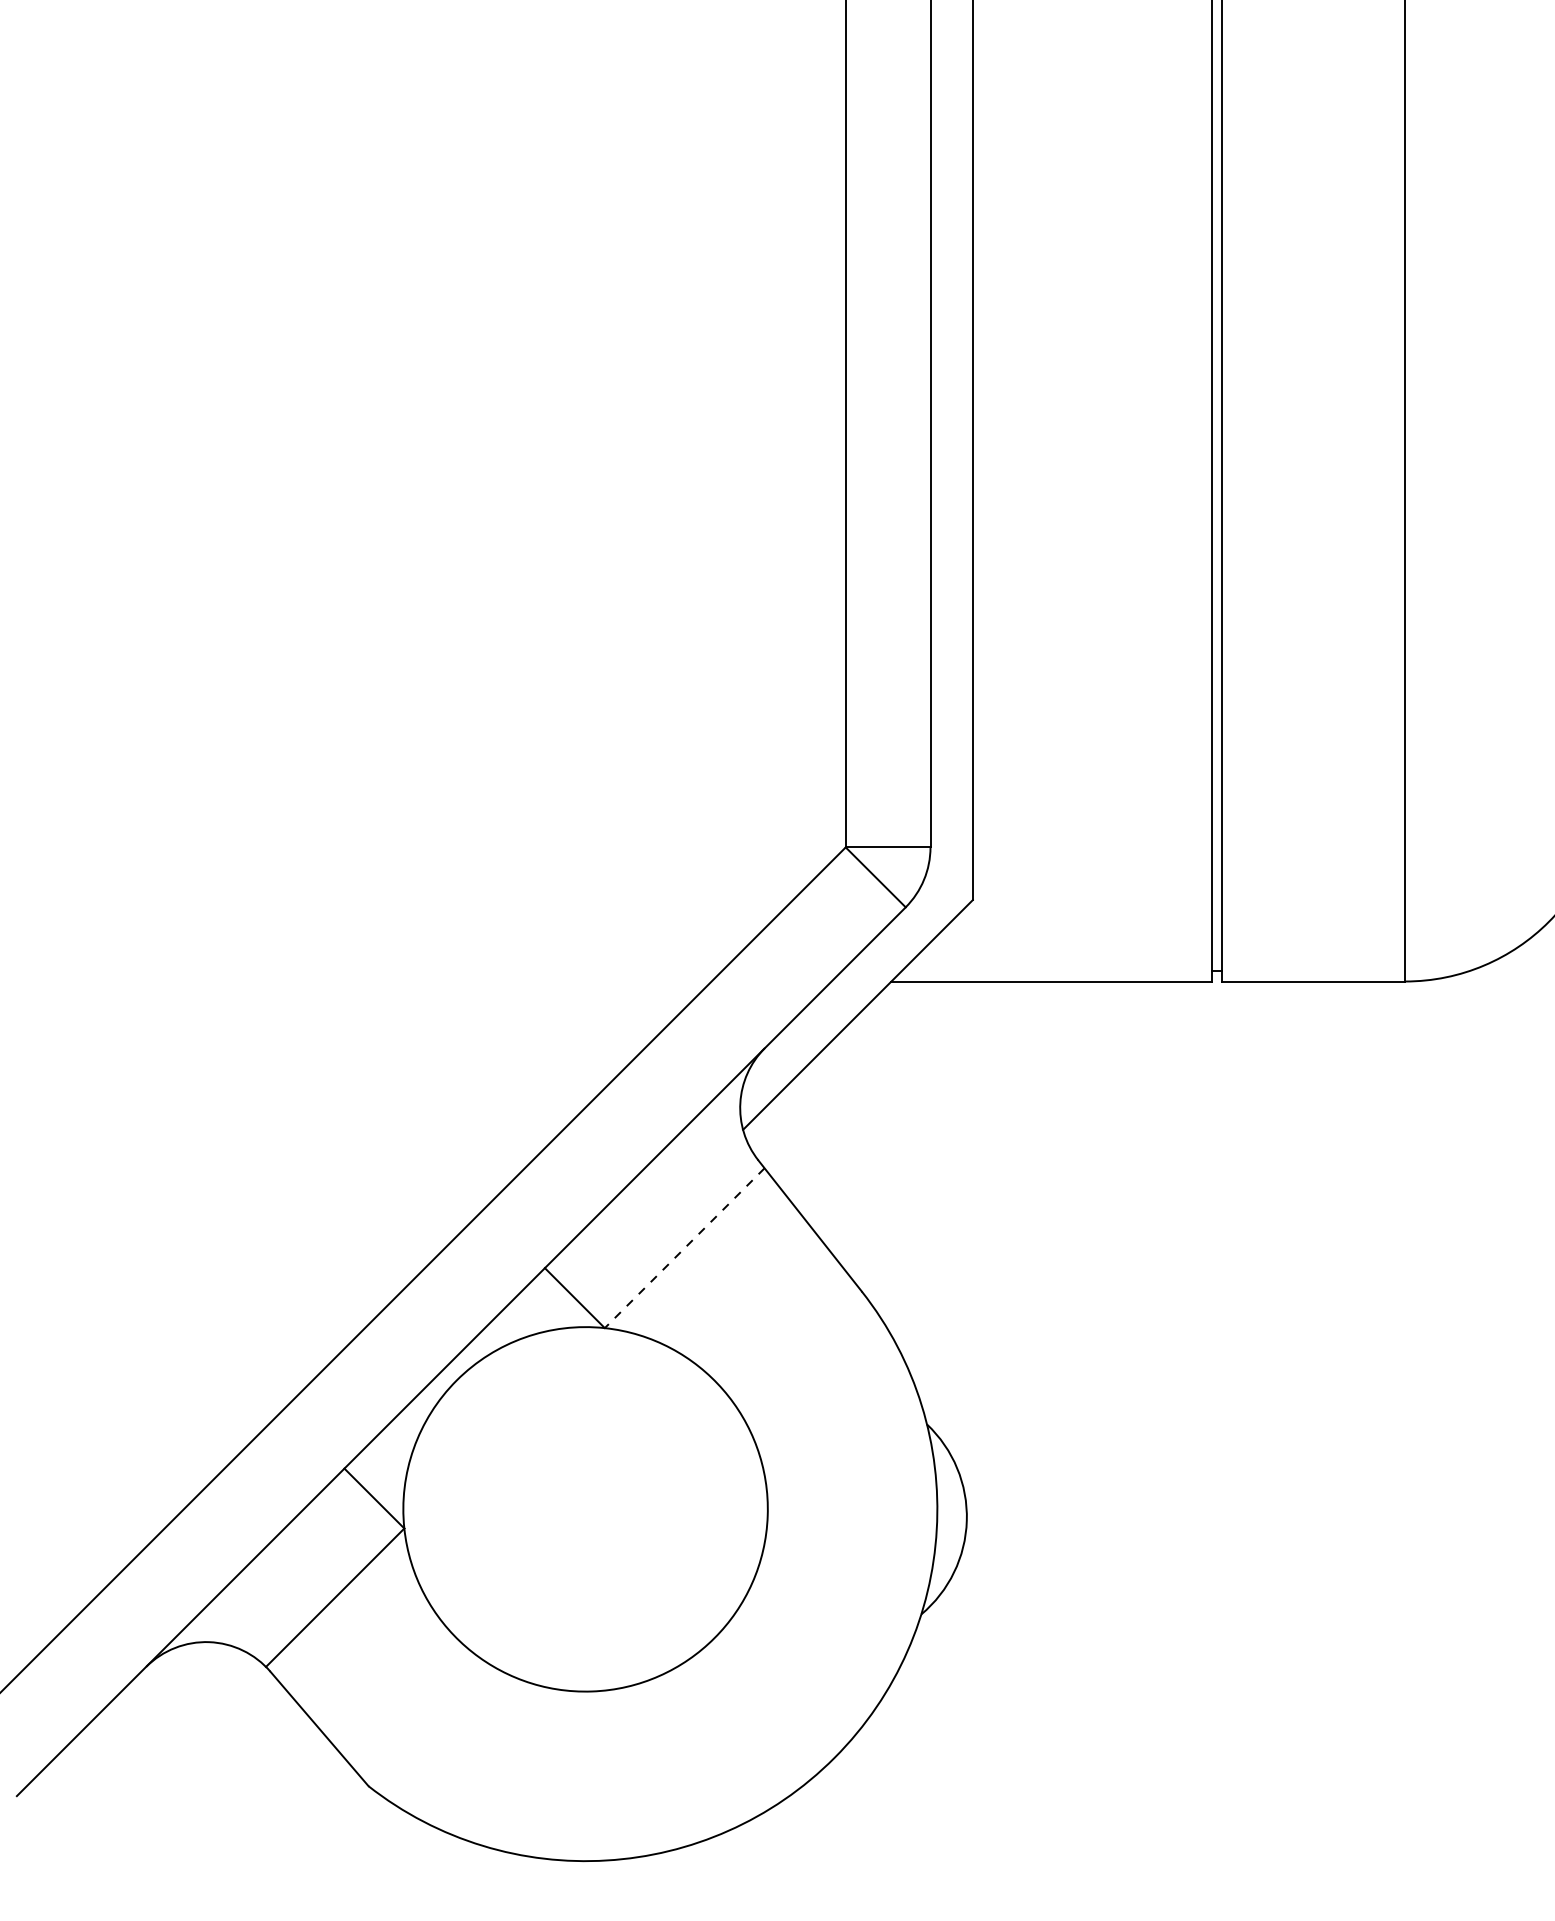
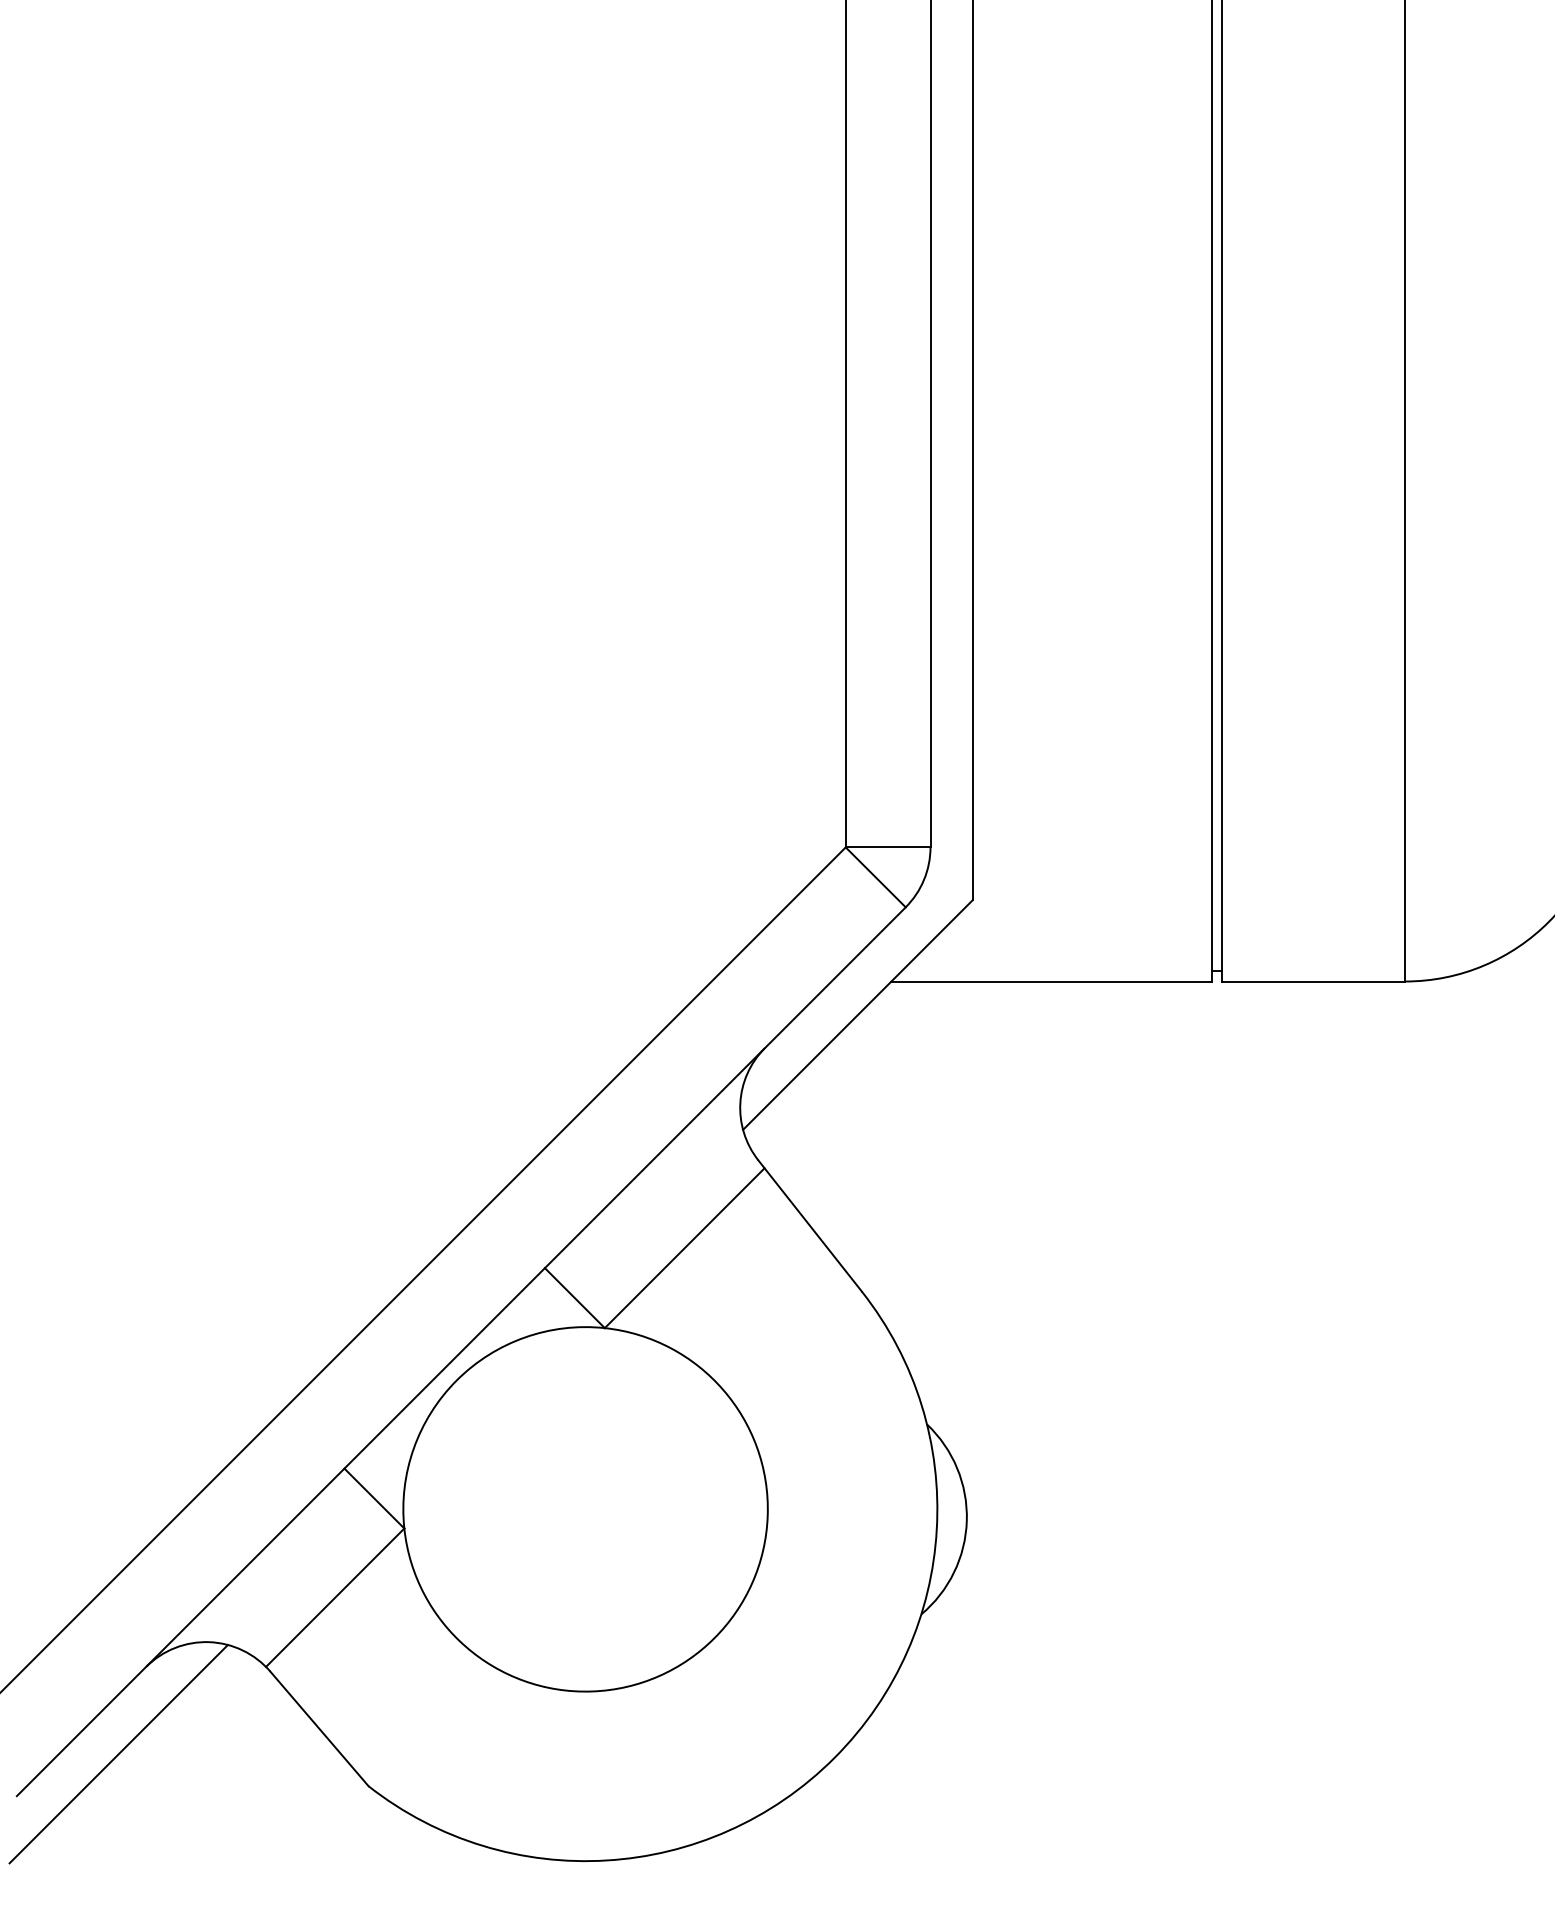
line at (684, 1248): dashed -> solid
line at (118, 1753): none -> present
